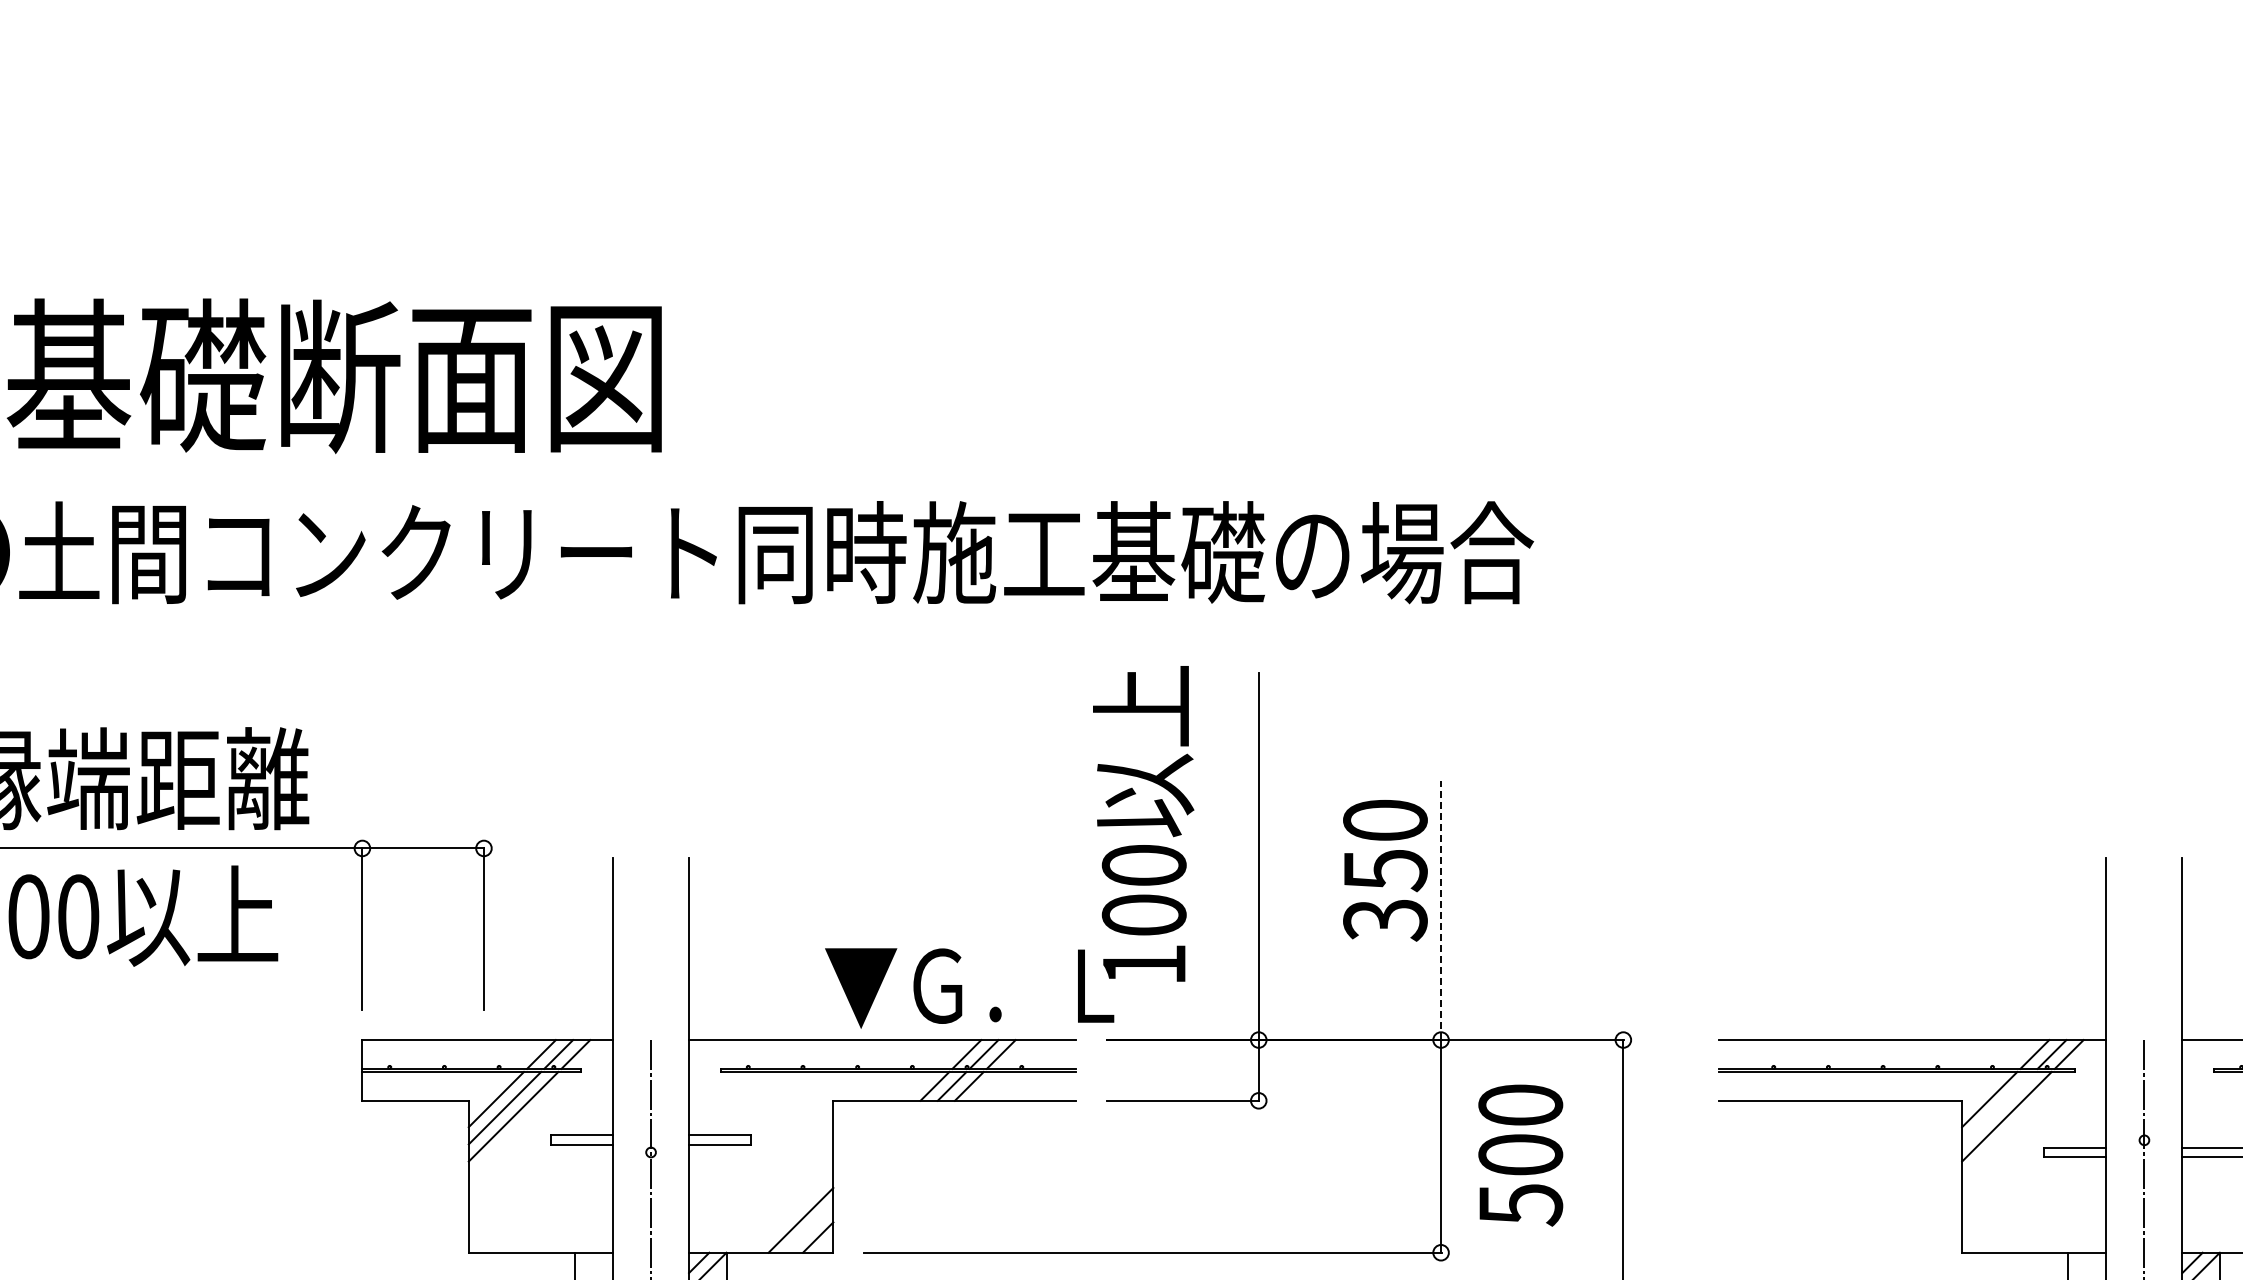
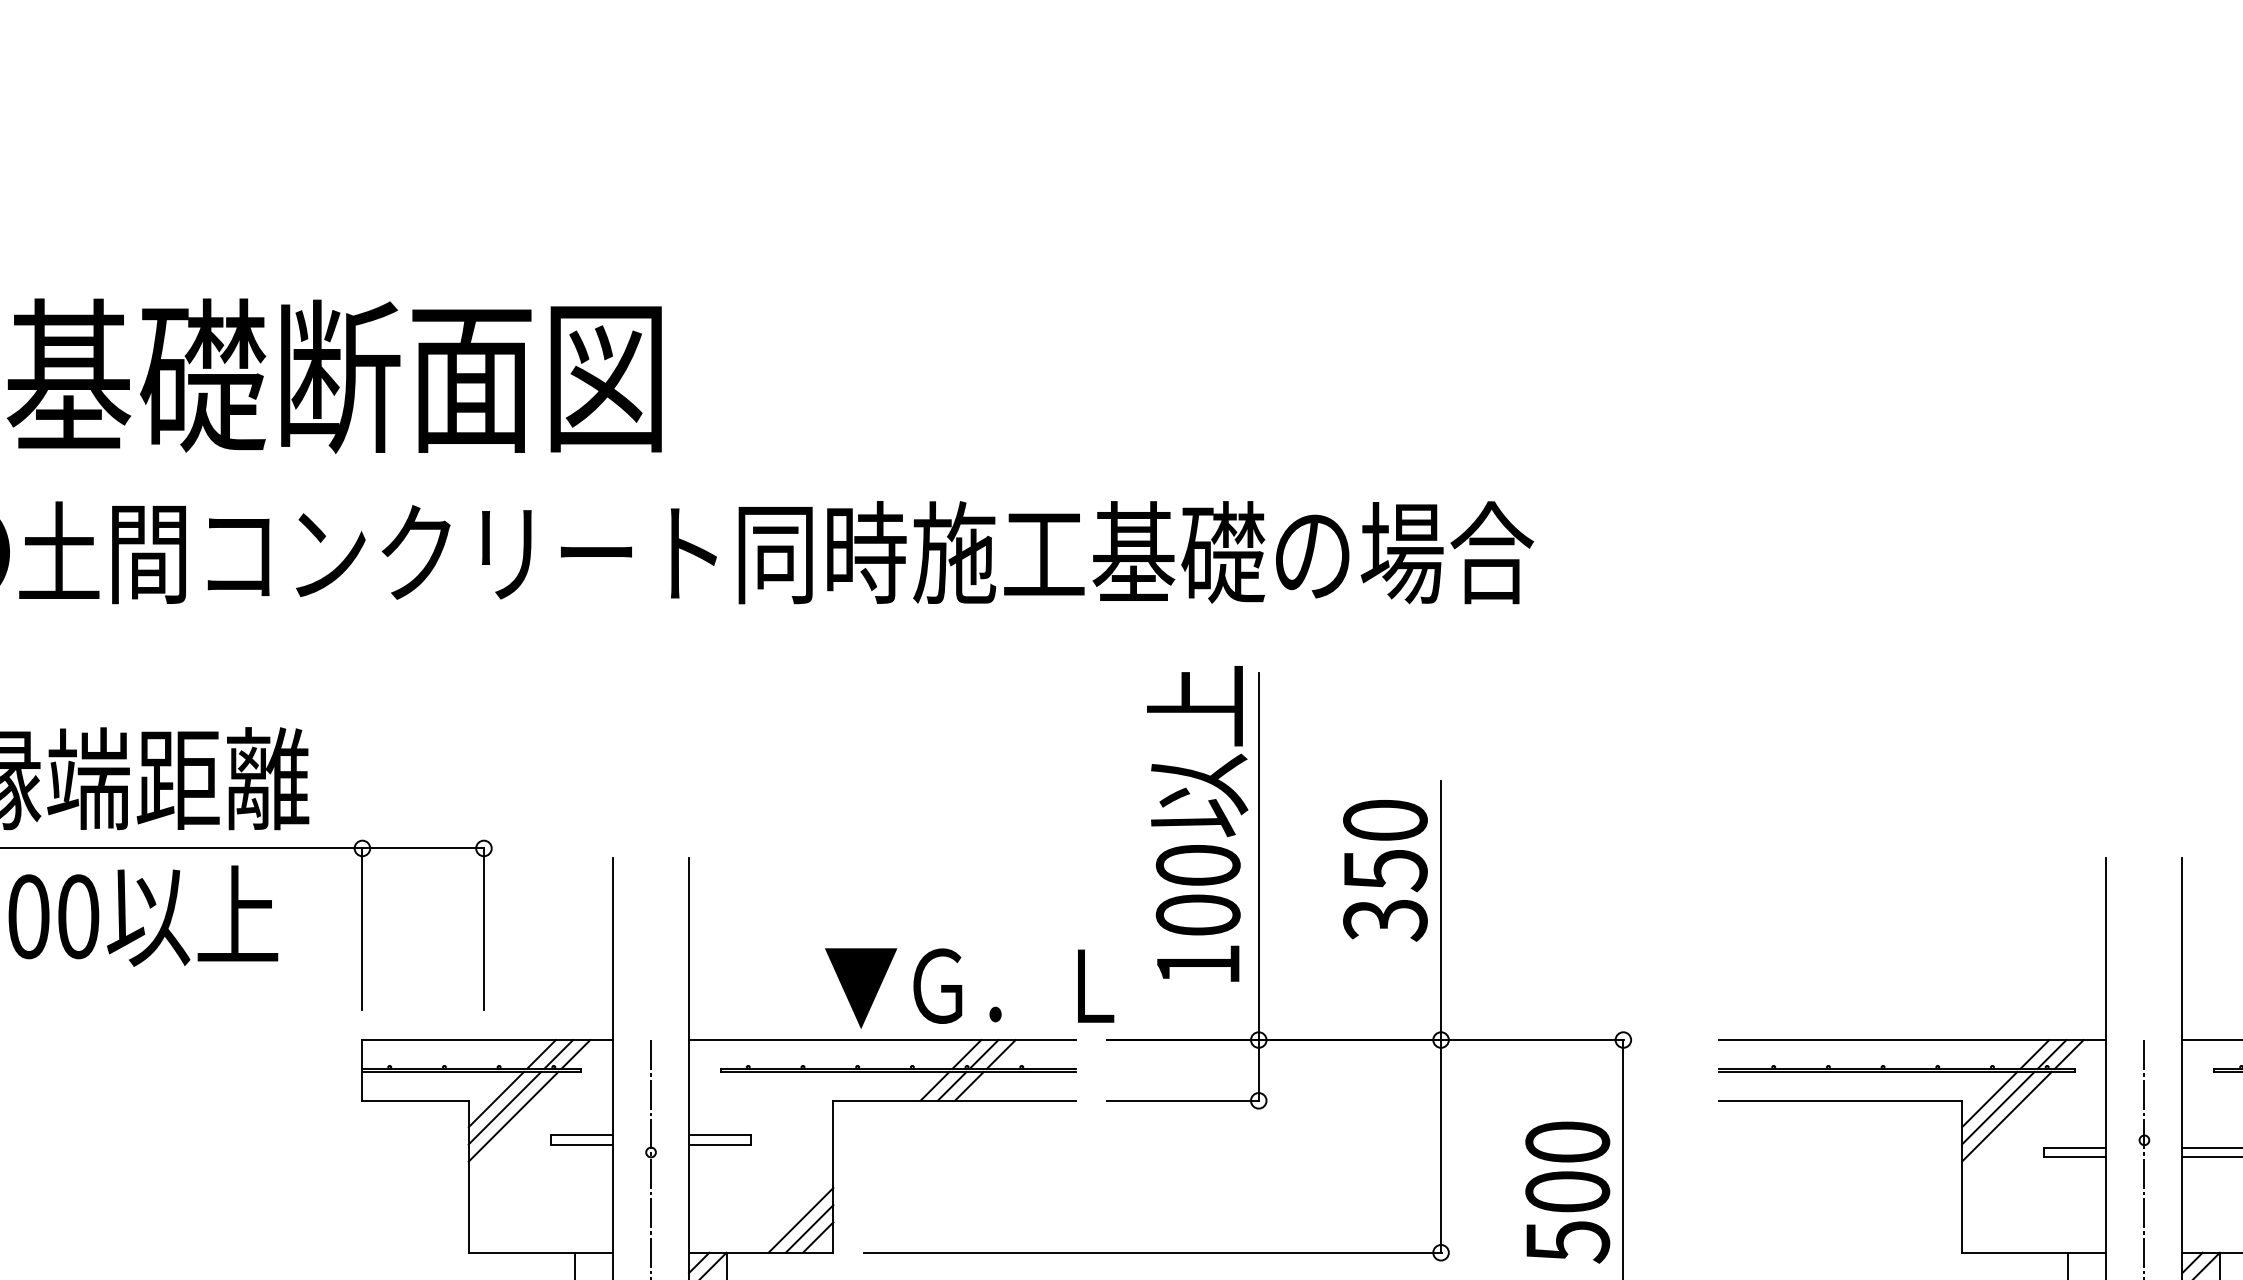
text at (1143, 823) position: (1143, 823) -> (1197, 823)
line at (1441, 910): dashed -> solid
line at (1998, 1107): none -> present
text at (1520, 1155) position: (1520, 1155) -> (1567, 1192)
line at (809, 1228): none -> present
